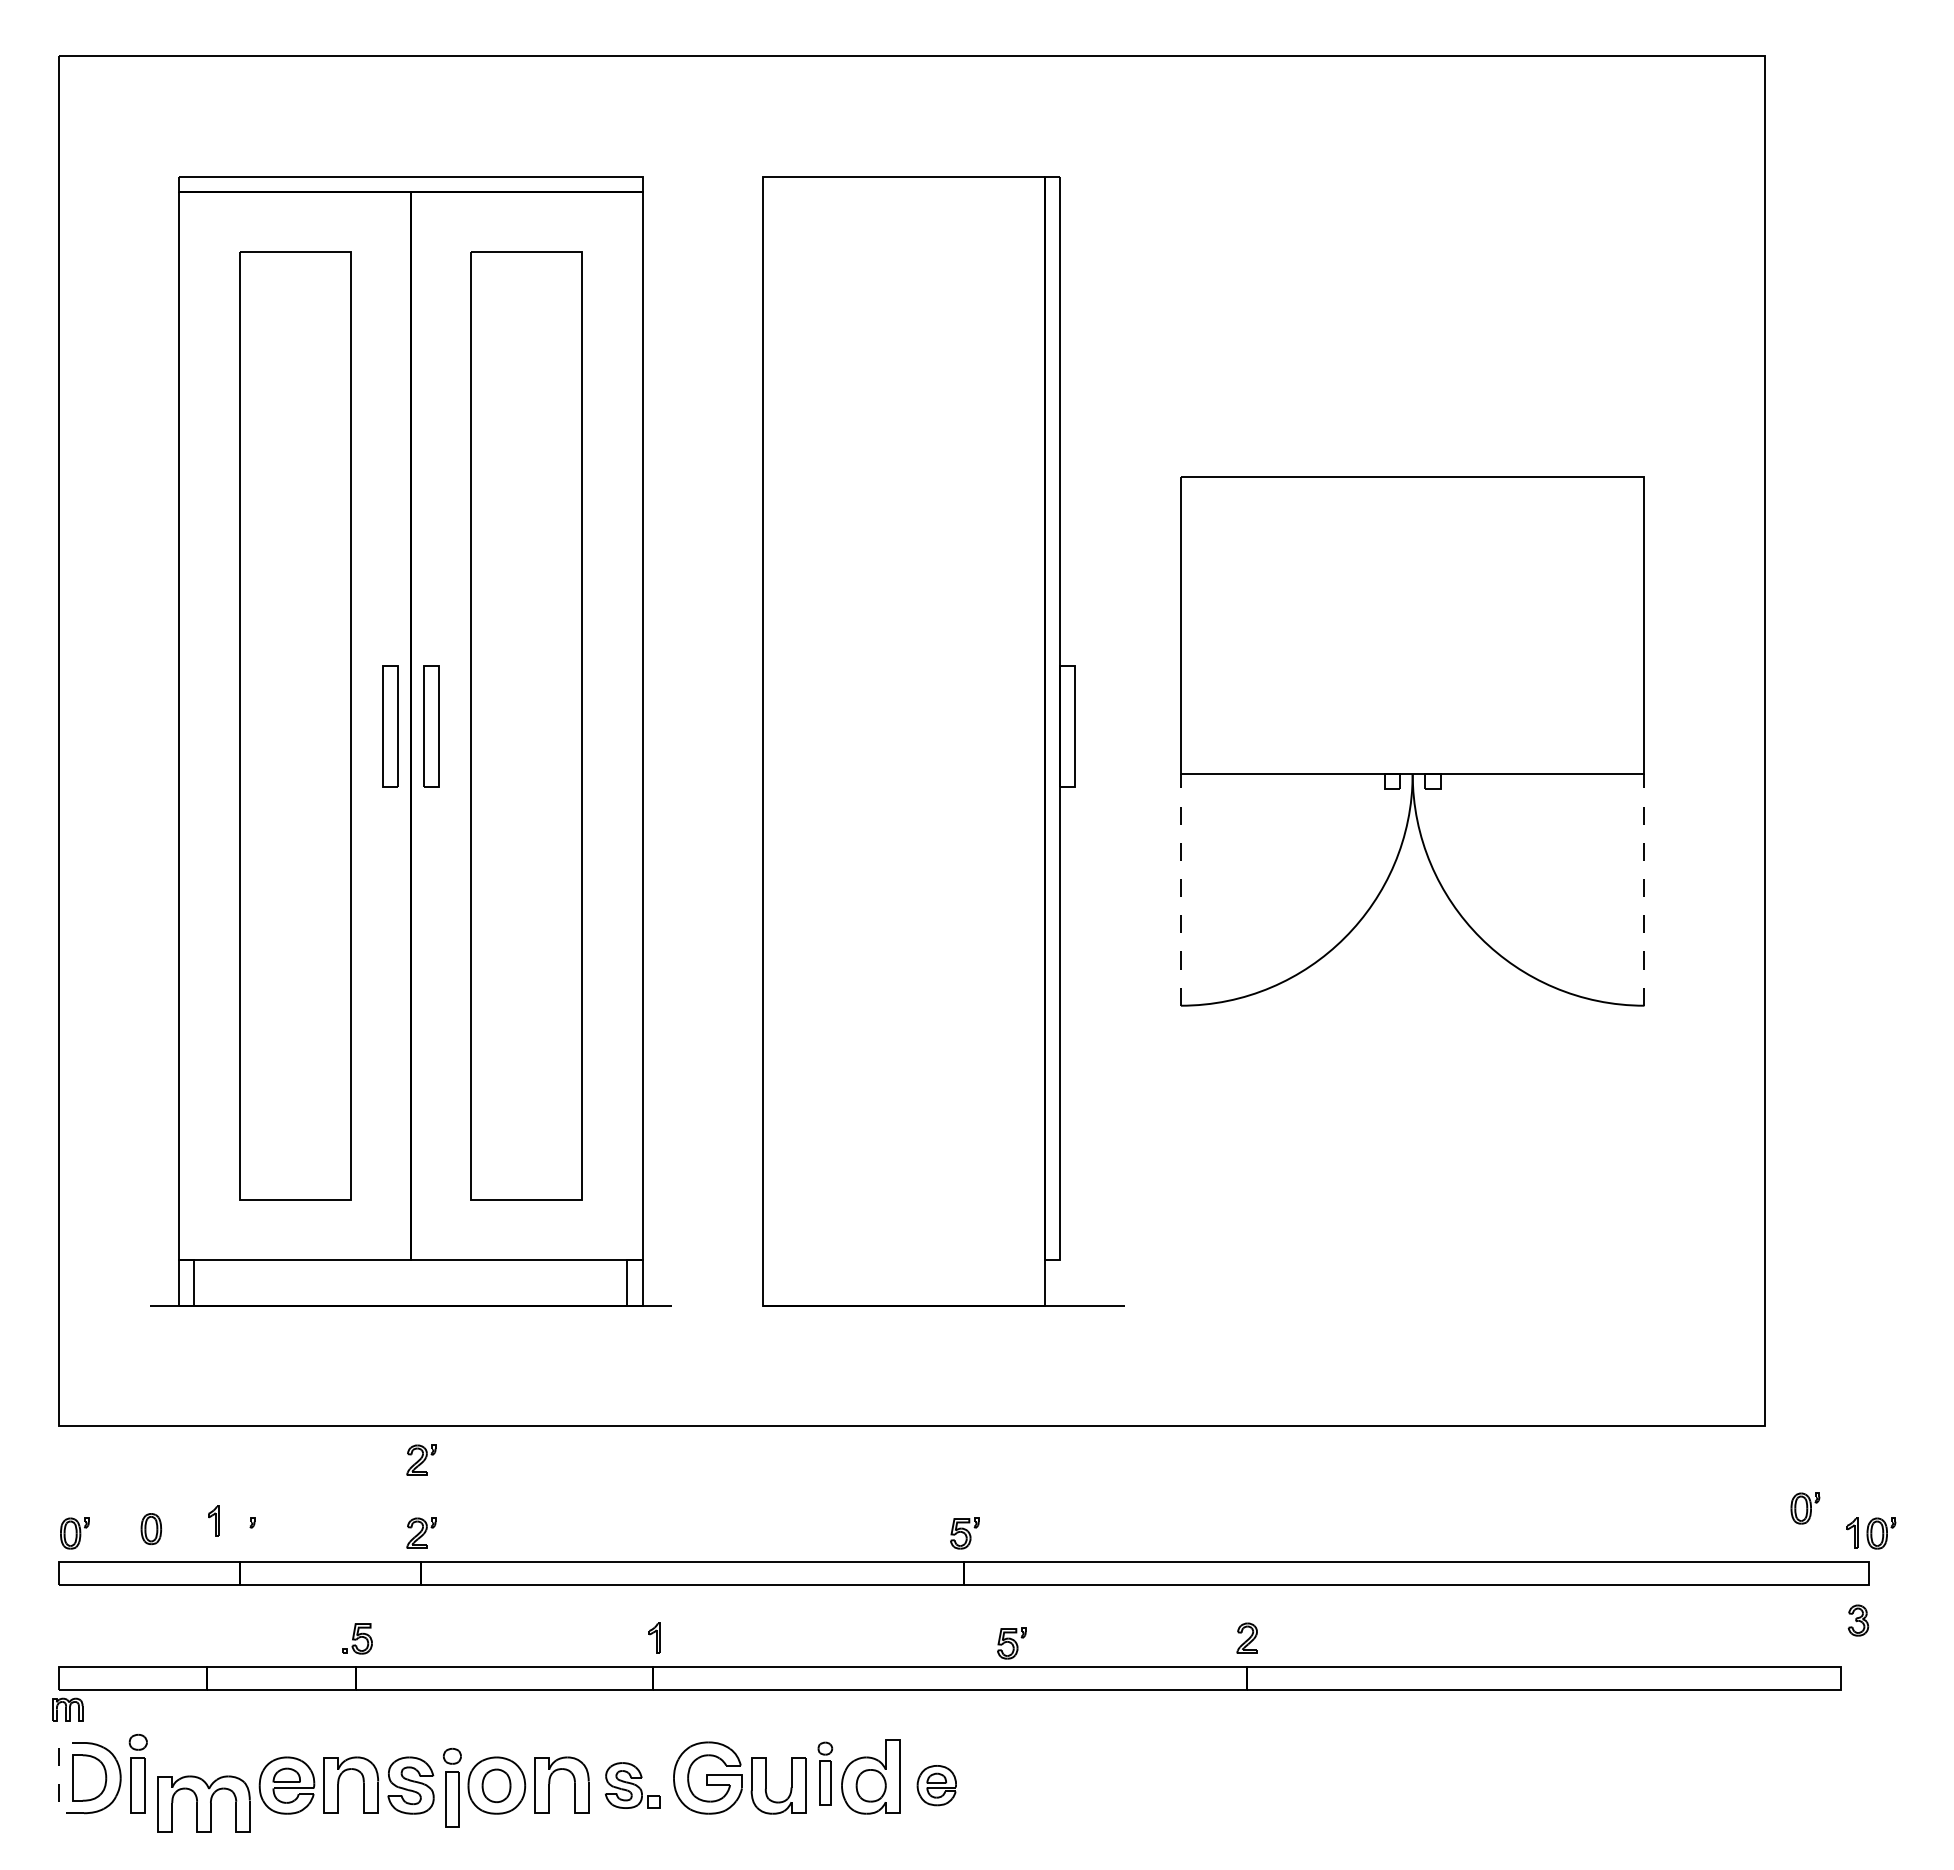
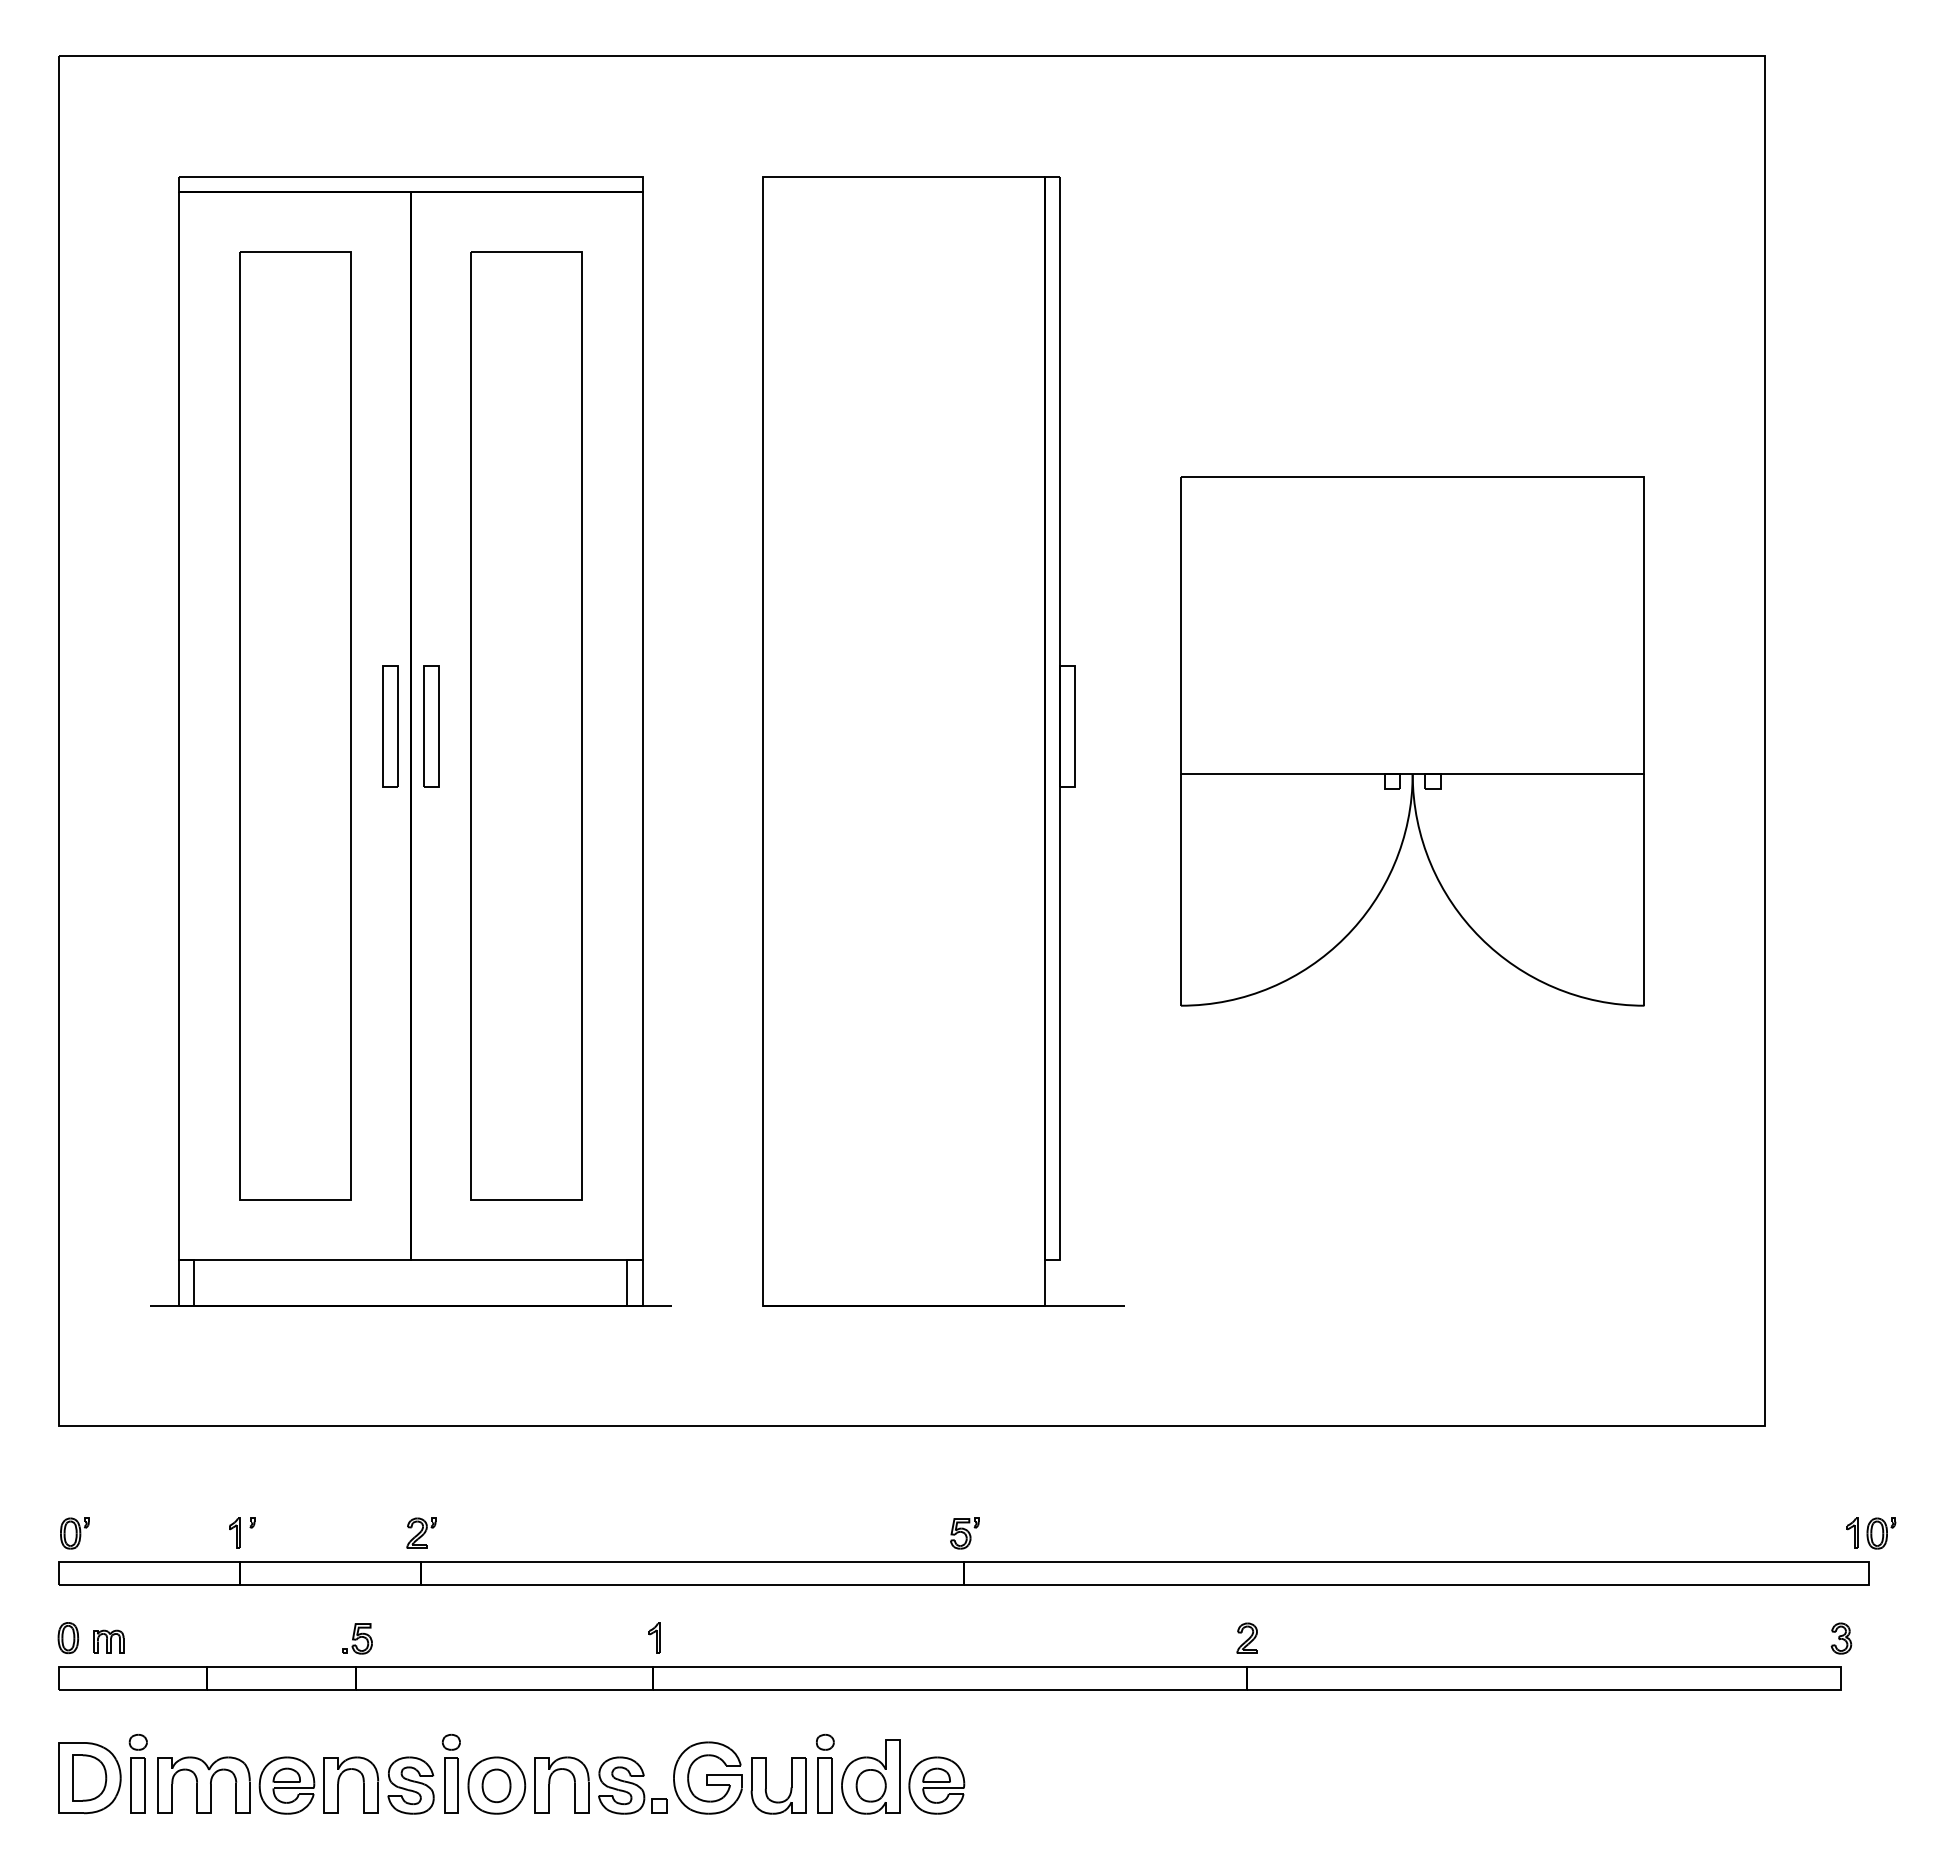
line at (1180, 889): dashed -> solid
line at (1644, 889): dashed -> solid
part at (421, 1459): present -> none
part at (1805, 1508): present -> none
part at (213, 1520) position: (213, 1520) -> (234, 1532)
part at (151, 1528) position: (151, 1528) -> (68, 1637)
part at (1858, 1620) position: (1858, 1620) -> (1841, 1638)
part at (1011, 1643): present -> none
part at (67, 1709) position: (67, 1709) -> (108, 1641)
part at (825, 1773) size: 17x65 px -> 19x80 px
line at (58, 1777): dashed -> solid
part at (632, 1785) size: 56x47 px -> 70x59 px
part at (936, 1785) size: 41x42 px -> 58x59 px
part at (452, 1787) position: (452, 1787) -> (451, 1773)
part at (203, 1803) position: (203, 1803) -> (203, 1784)
